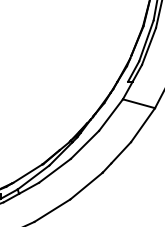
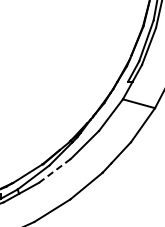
line at (54, 170): solid -> dashed
